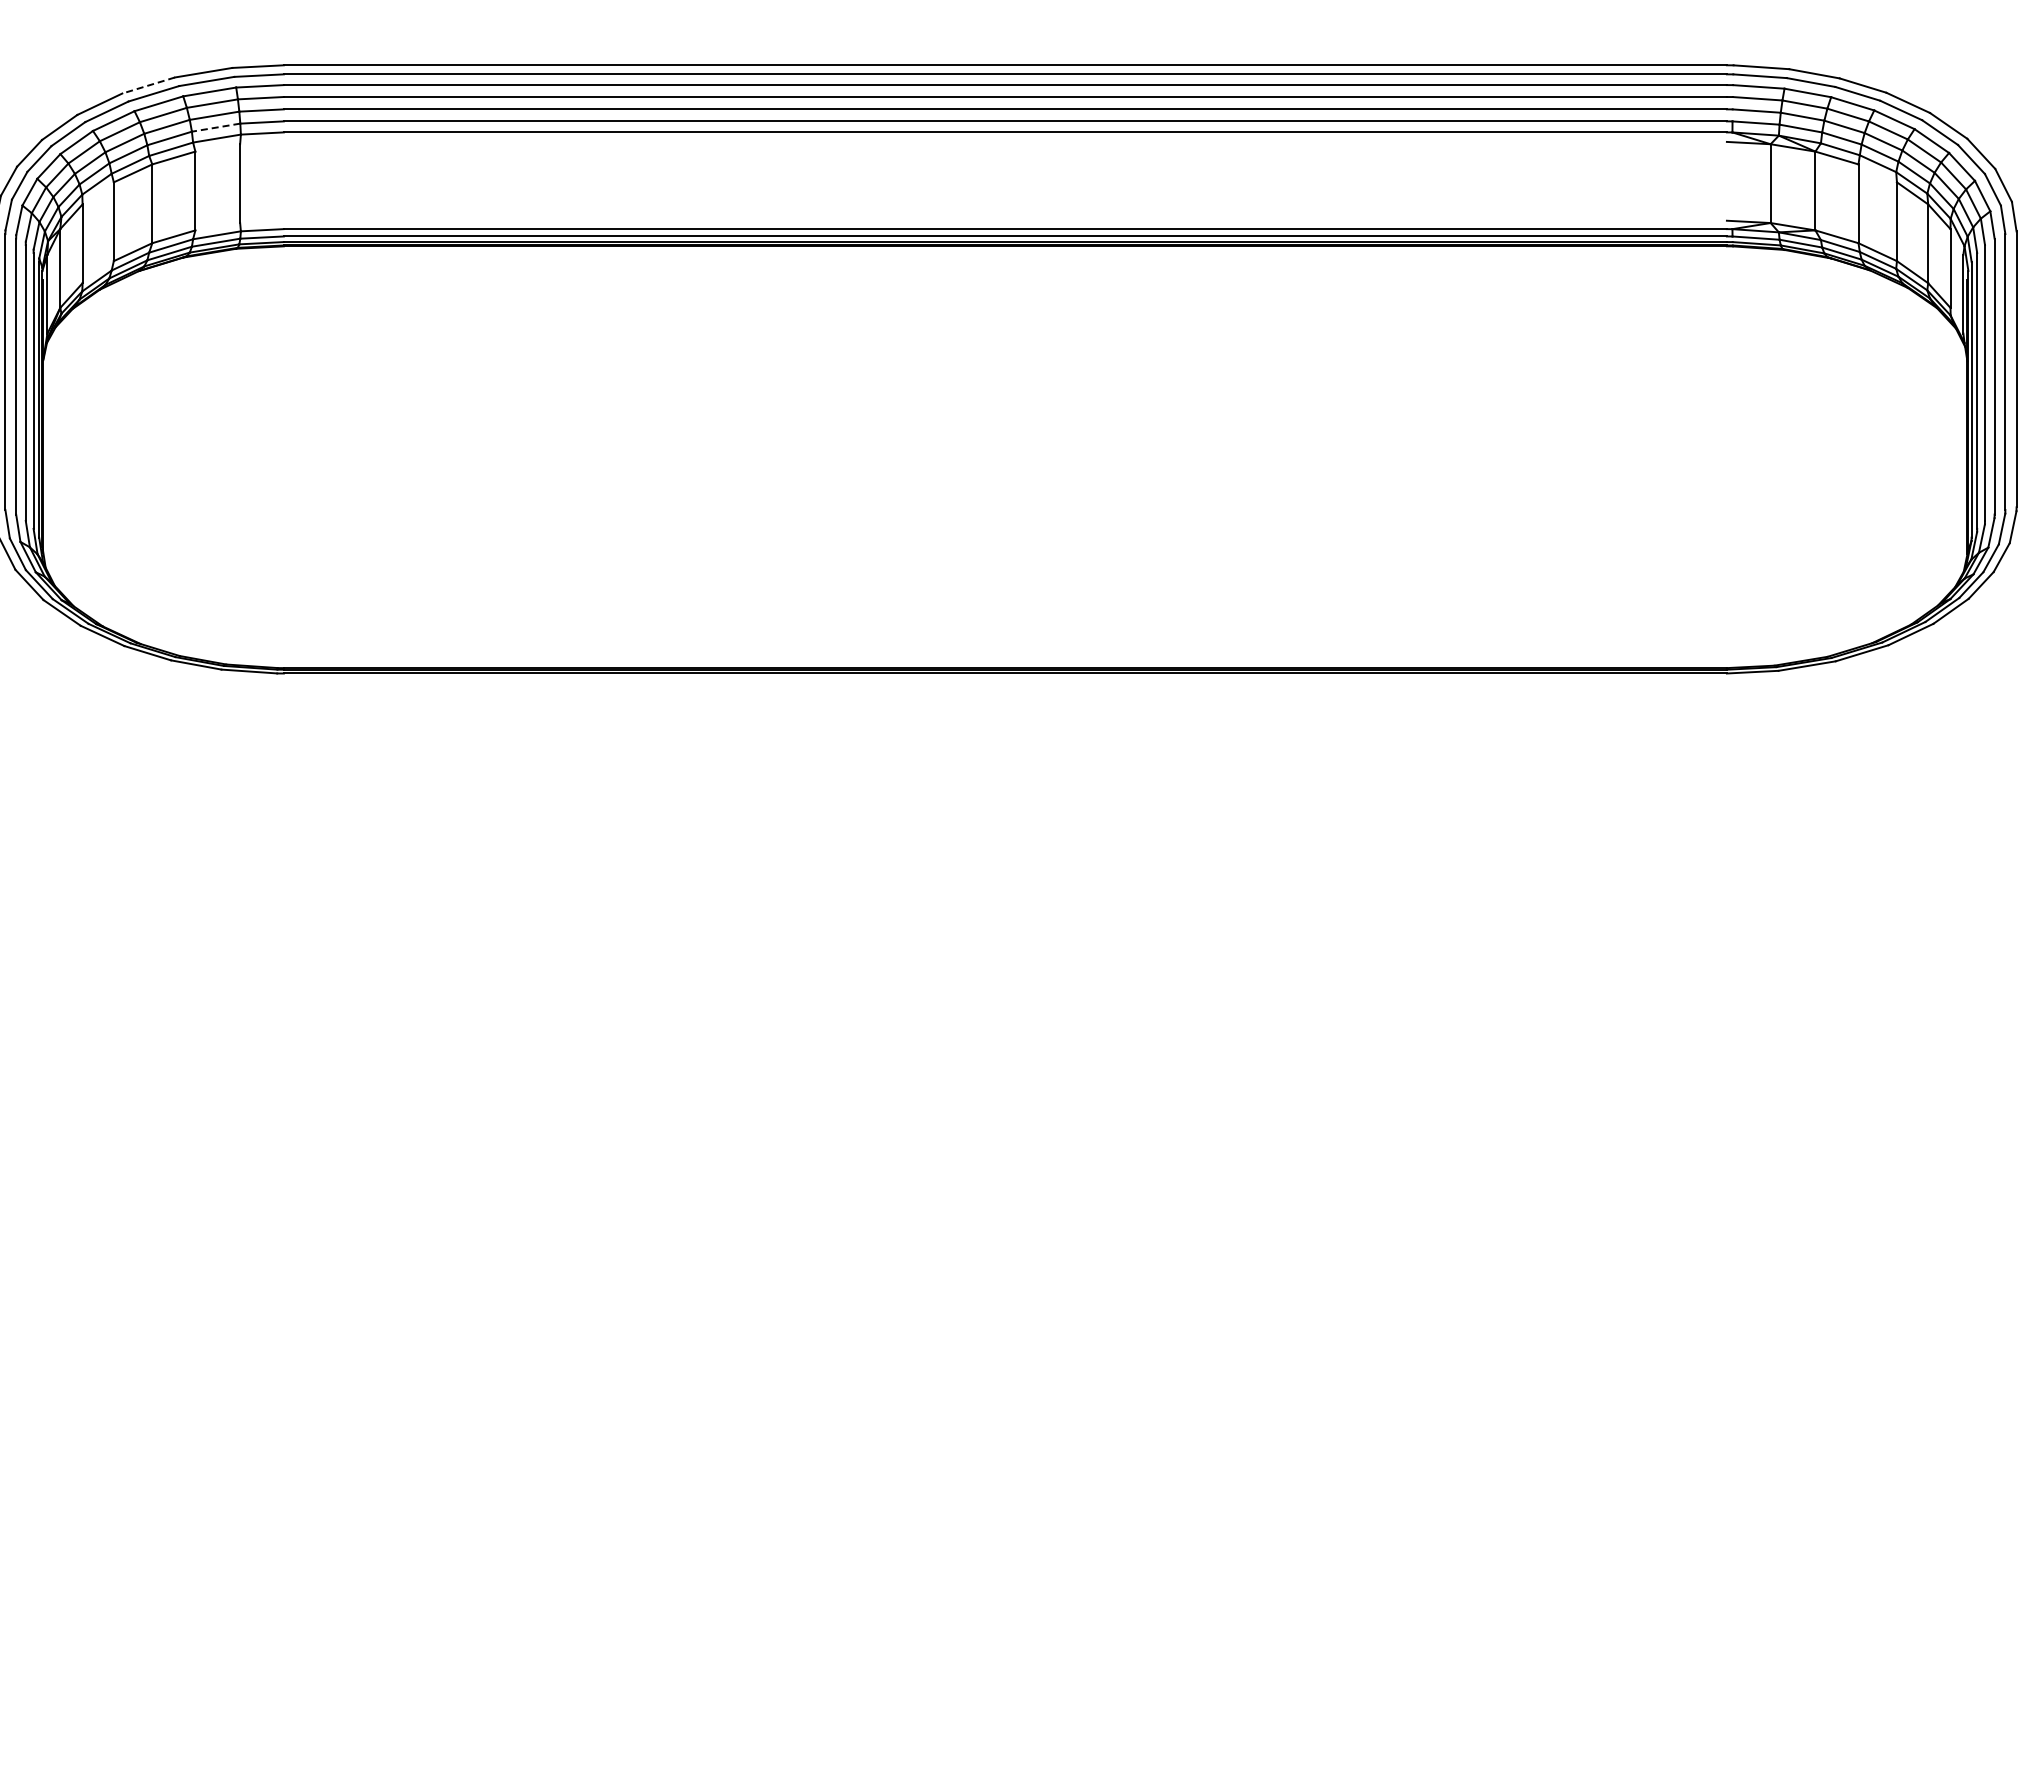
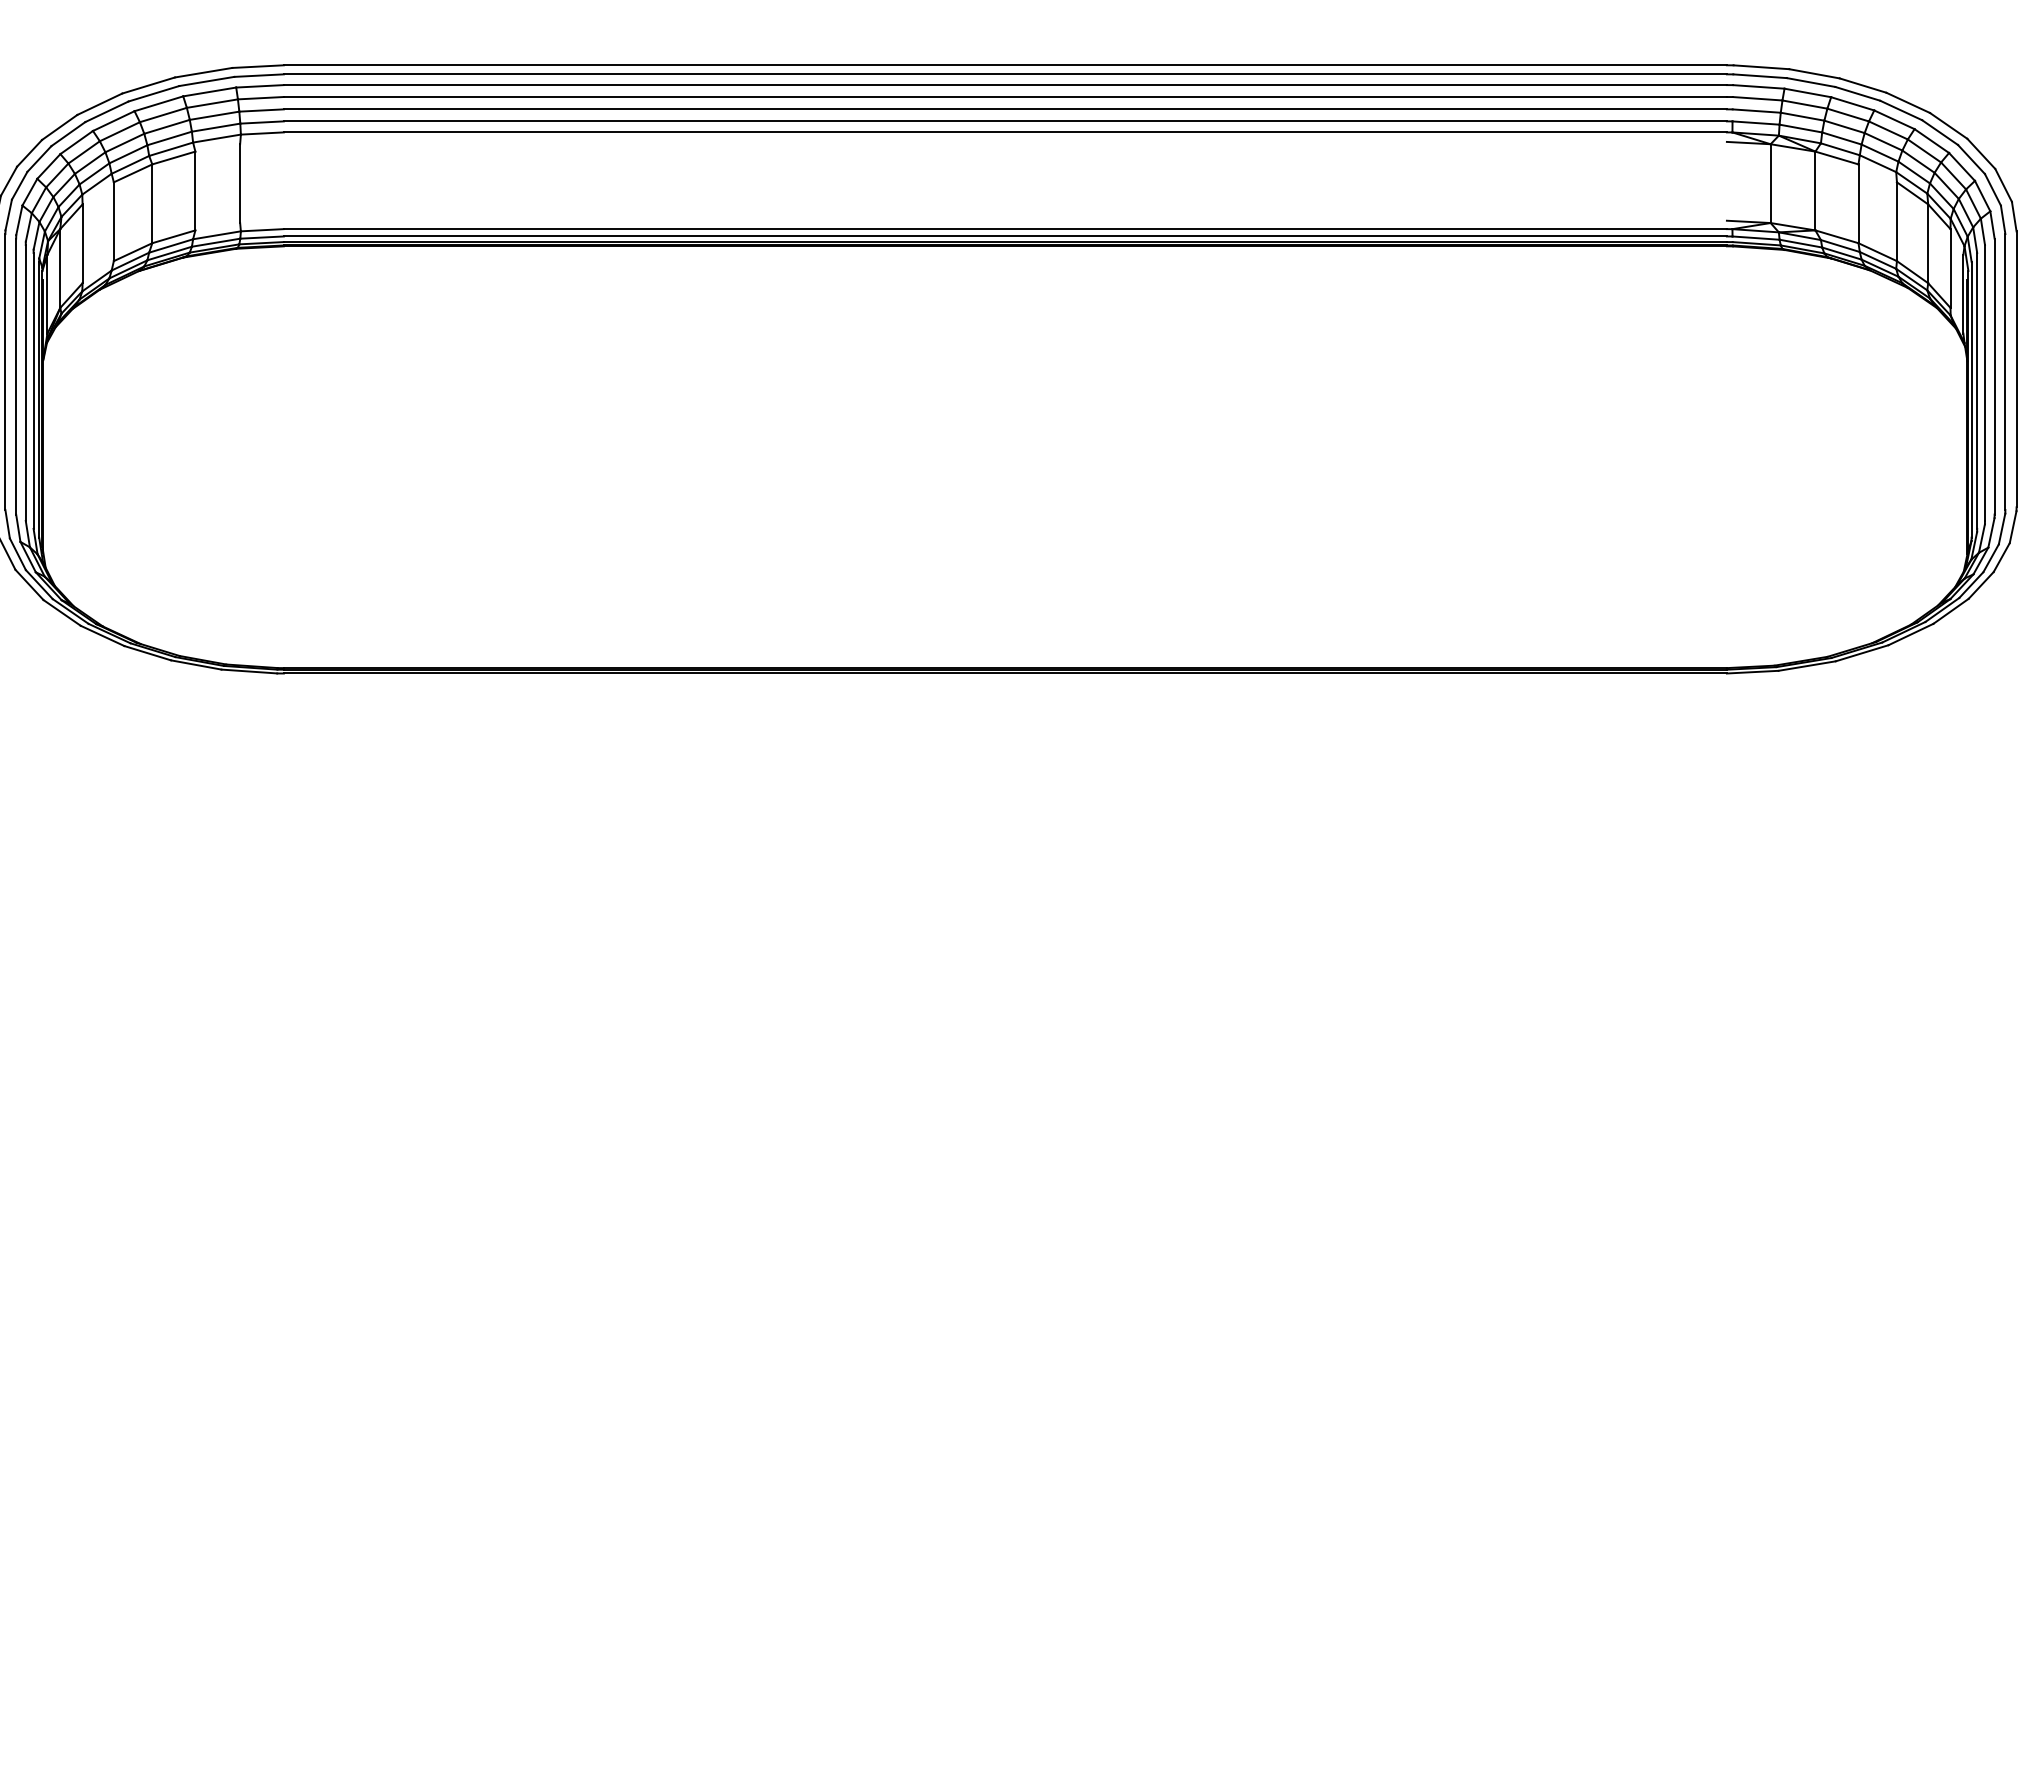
line at (148, 85): dashed -> solid
line at (216, 127): dashed -> solid
